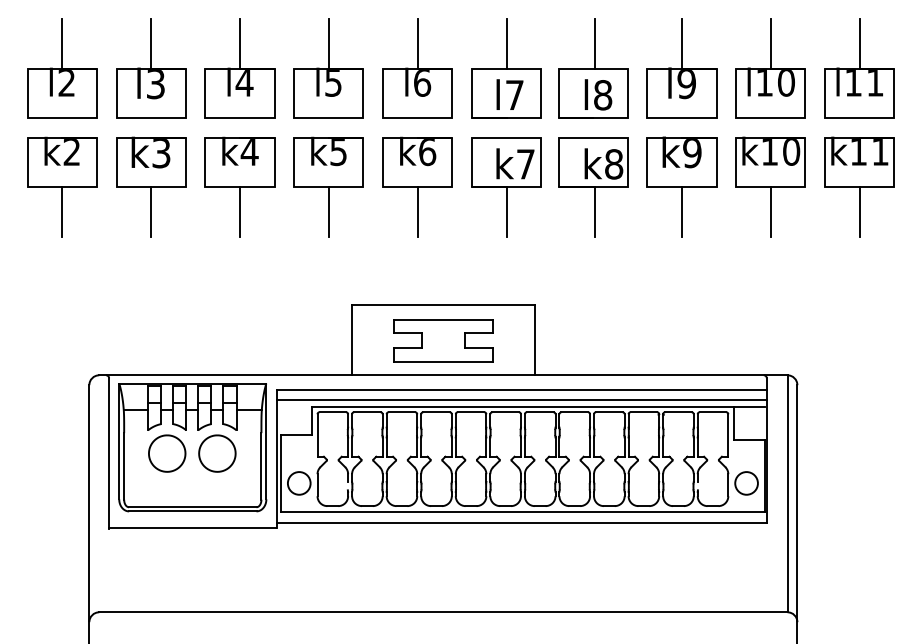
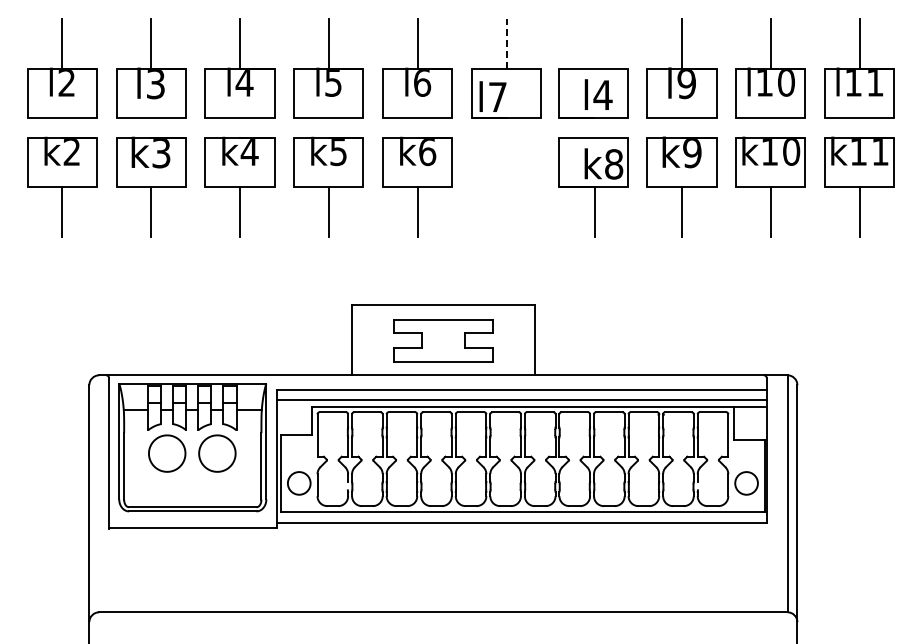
line at (595, 43): present -> none
line at (506, 44): solid -> dashed
text at (509, 94) position: (509, 94) -> (492, 96)
text at (602, 95): l8 -> l4
part at (506, 187): present -> none
